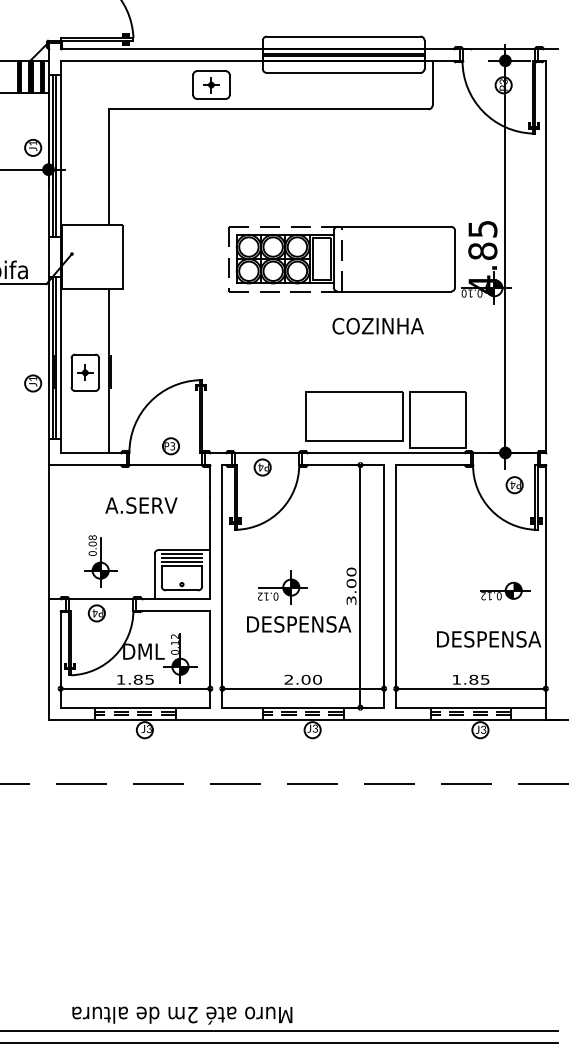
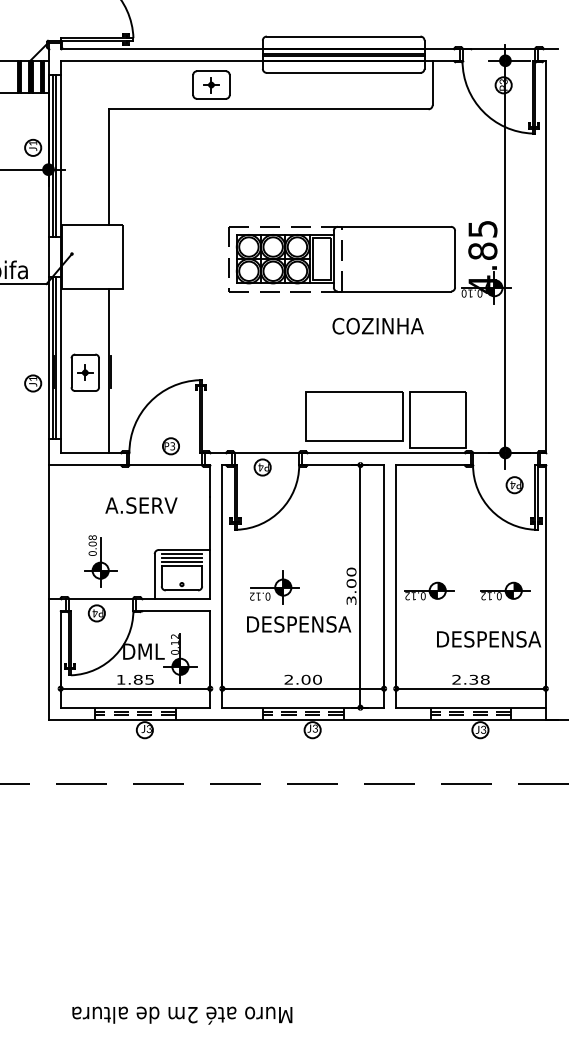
part at (282, 587) position: (282, 587) -> (274, 587)
part at (429, 590): none -> present
text at (470, 679): 1.85 -> 2.38
line at (279, 1031): present -> none
line at (279, 1043): present -> none
